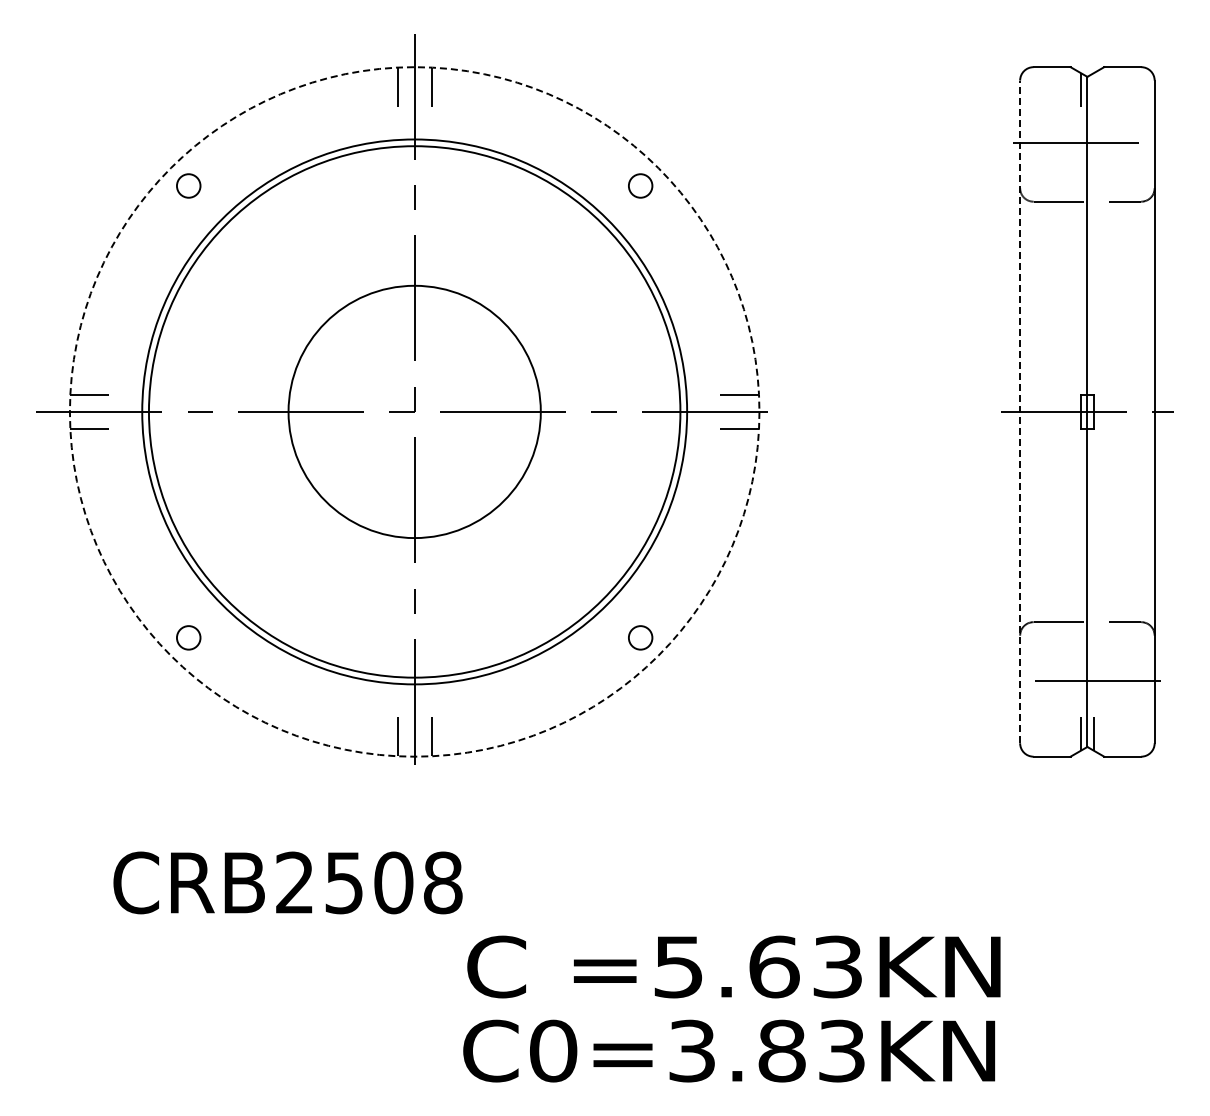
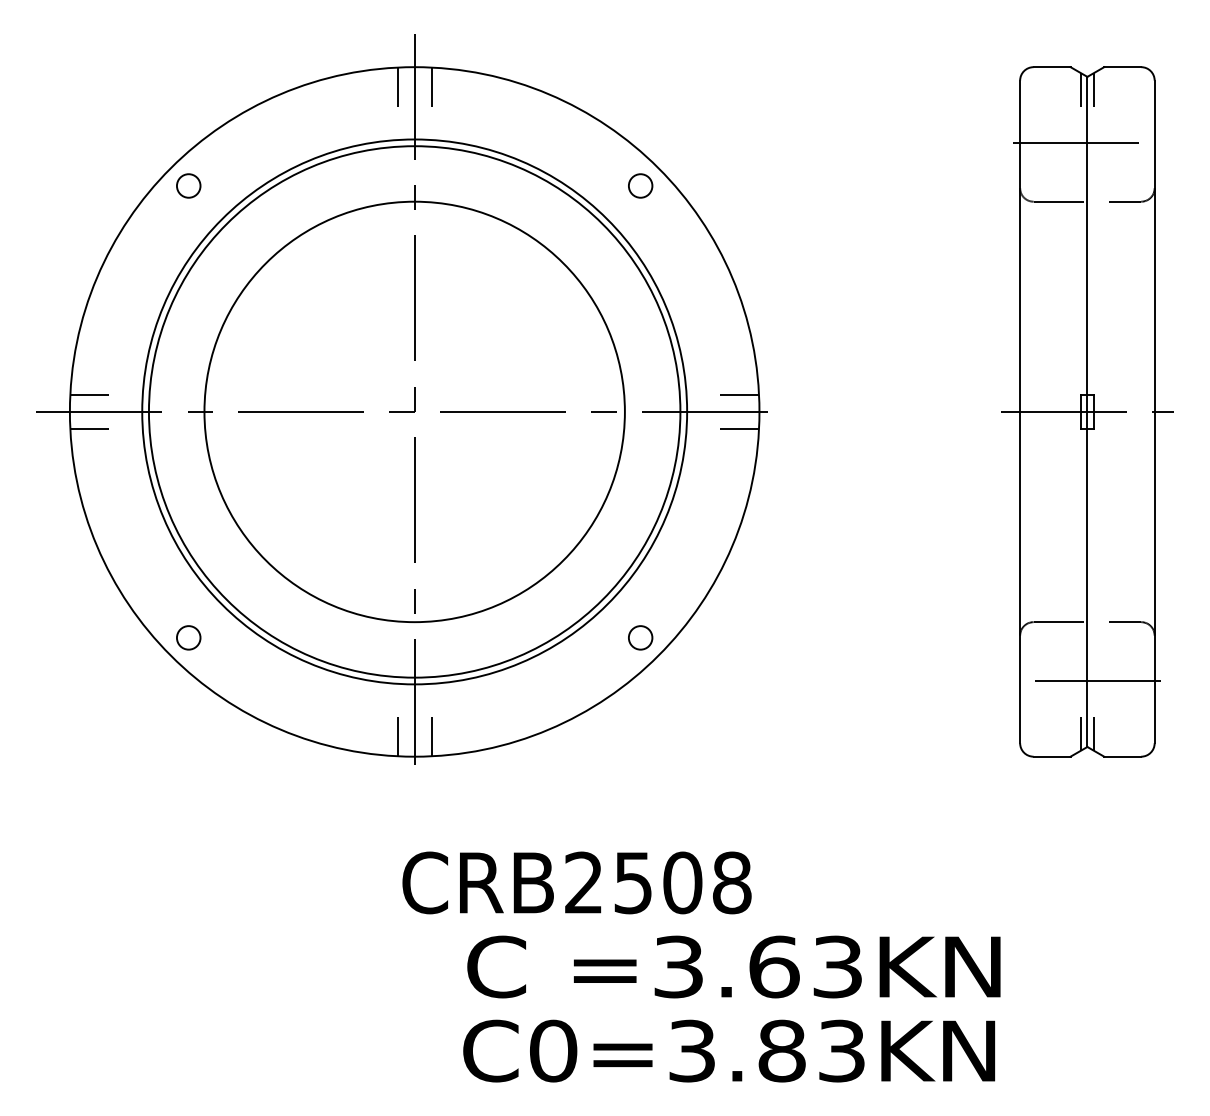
line at (1094, 89): none -> present
circle at (414, 411) diameter: 252 px -> 420 px
circle at (414, 411): dashed -> solid
line at (1020, 411): dashed -> solid
text at (287, 882) position: (287, 882) -> (576, 882)
text at (678, 966): =5.63KN -> =3.63KN
